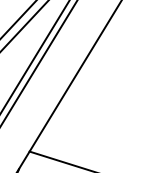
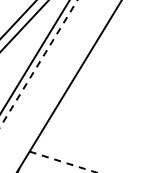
line at (38, 63): solid -> dashed
line at (63, 162): solid -> dashed
